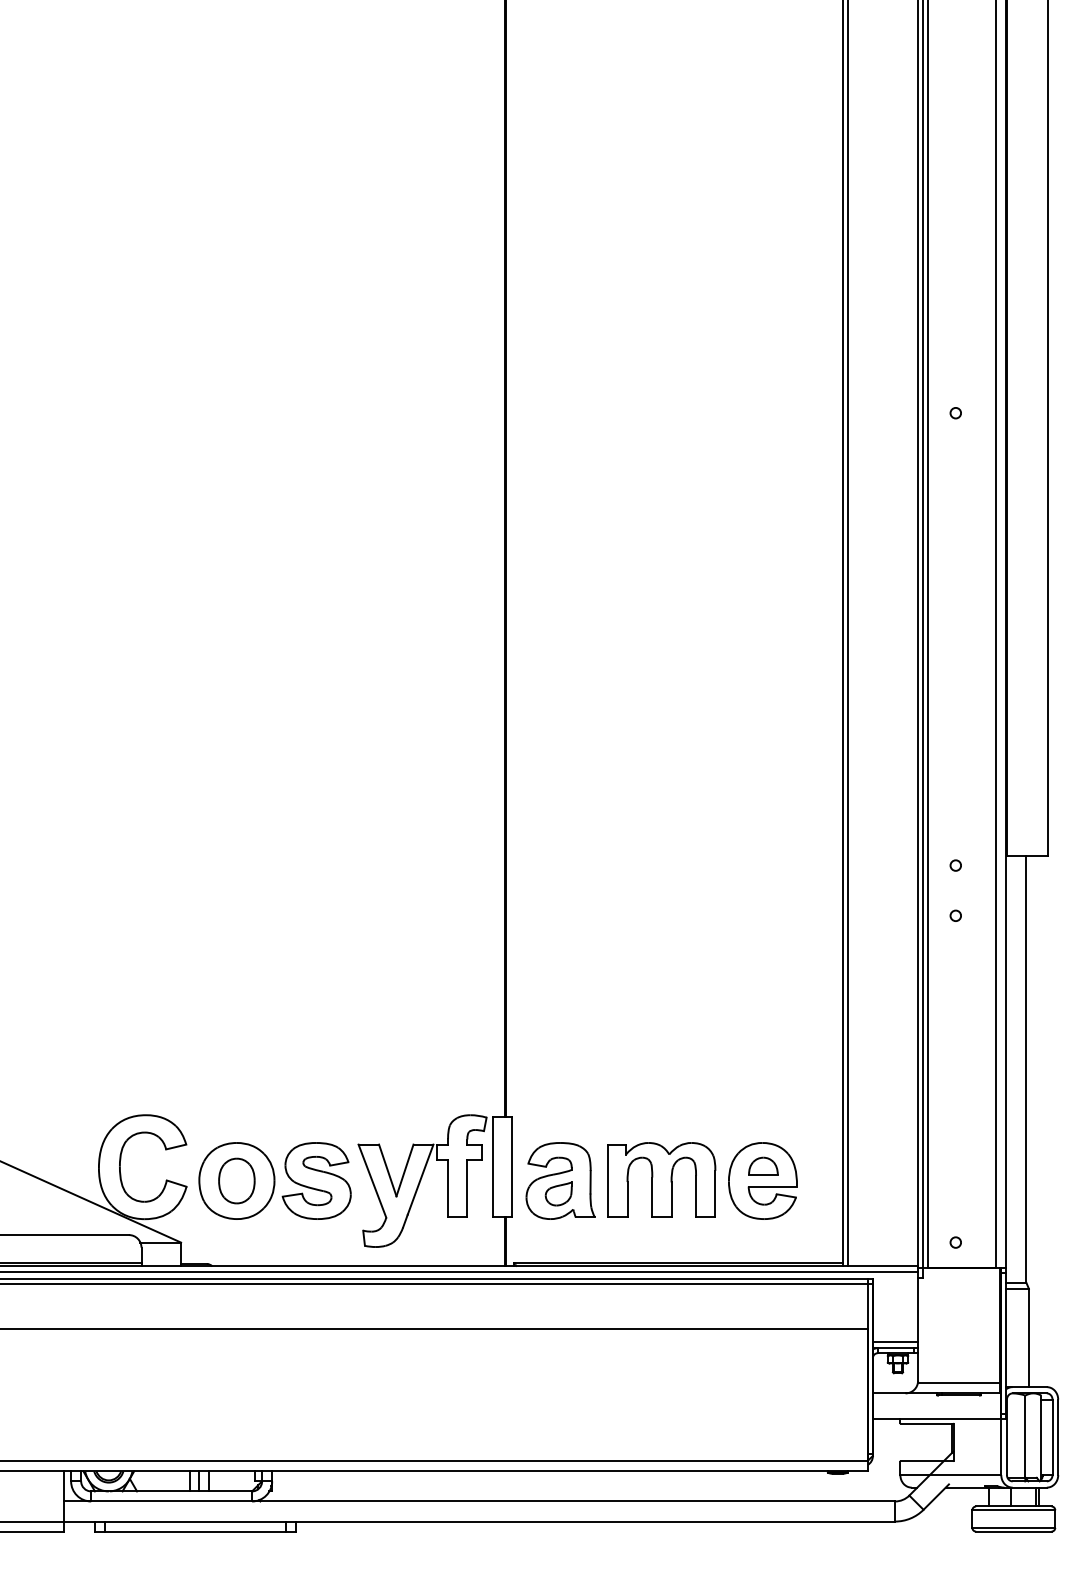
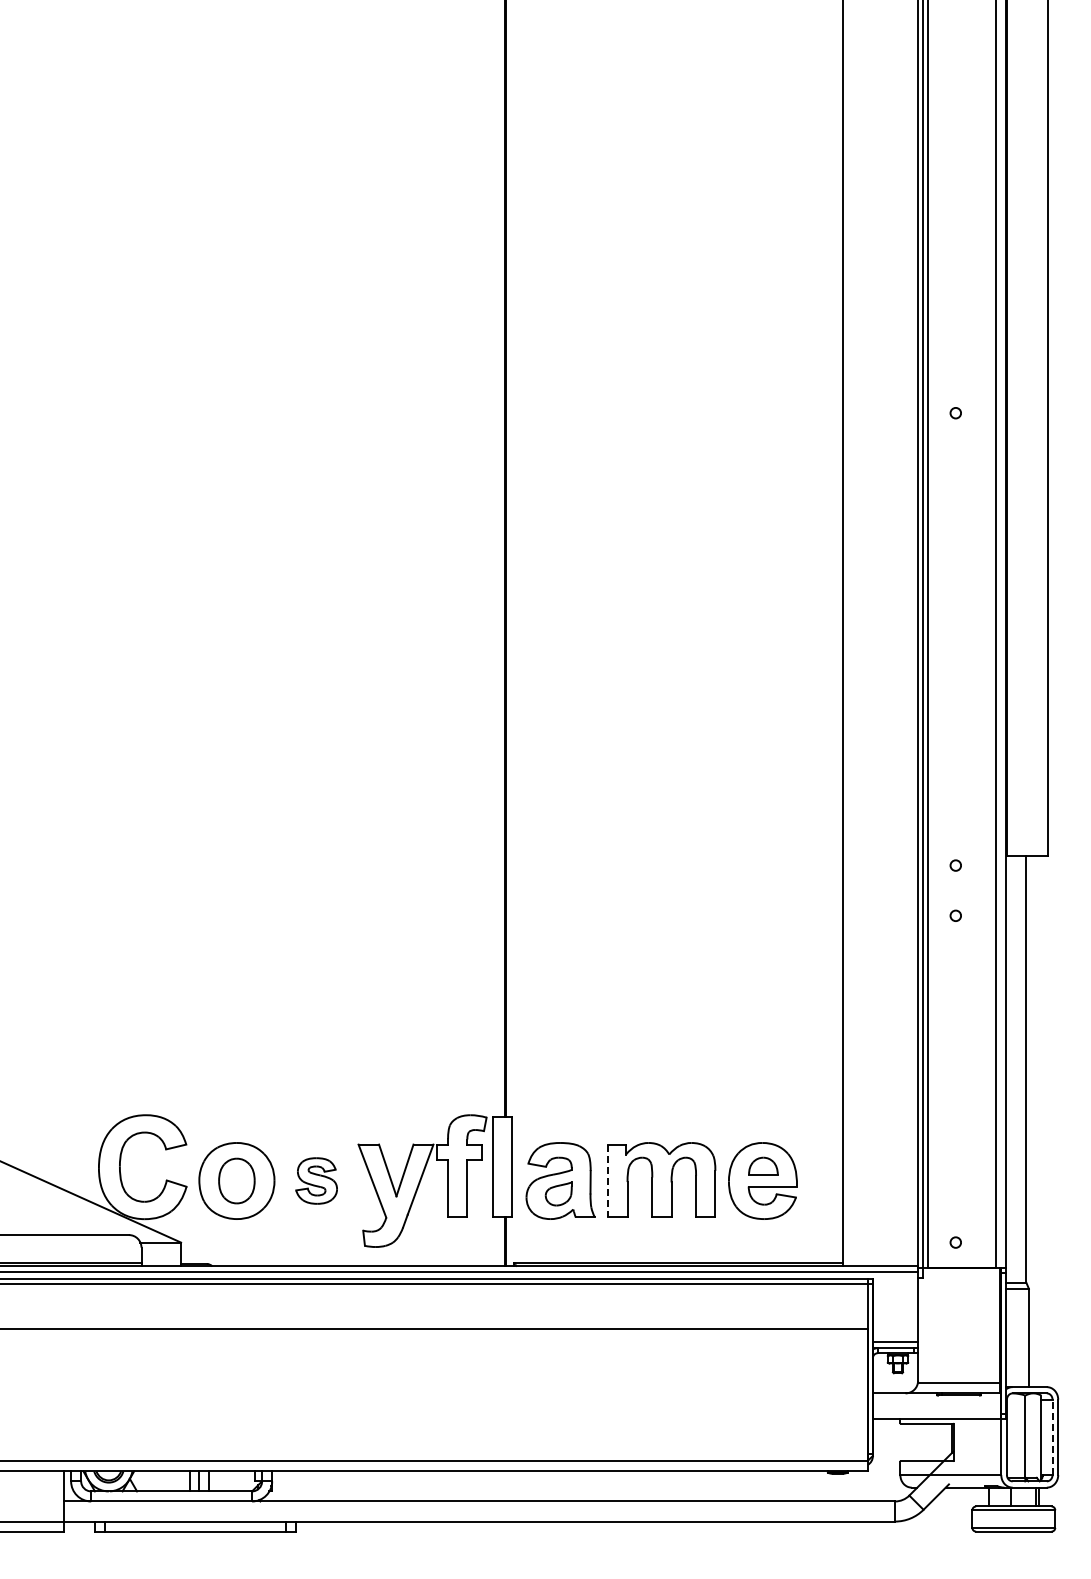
line at (847, 634): present -> none
part at (316, 1180) size: 71x78 px -> 43x48 px
line at (608, 1181): solid -> dashed
line at (1052, 1437): solid -> dashed
